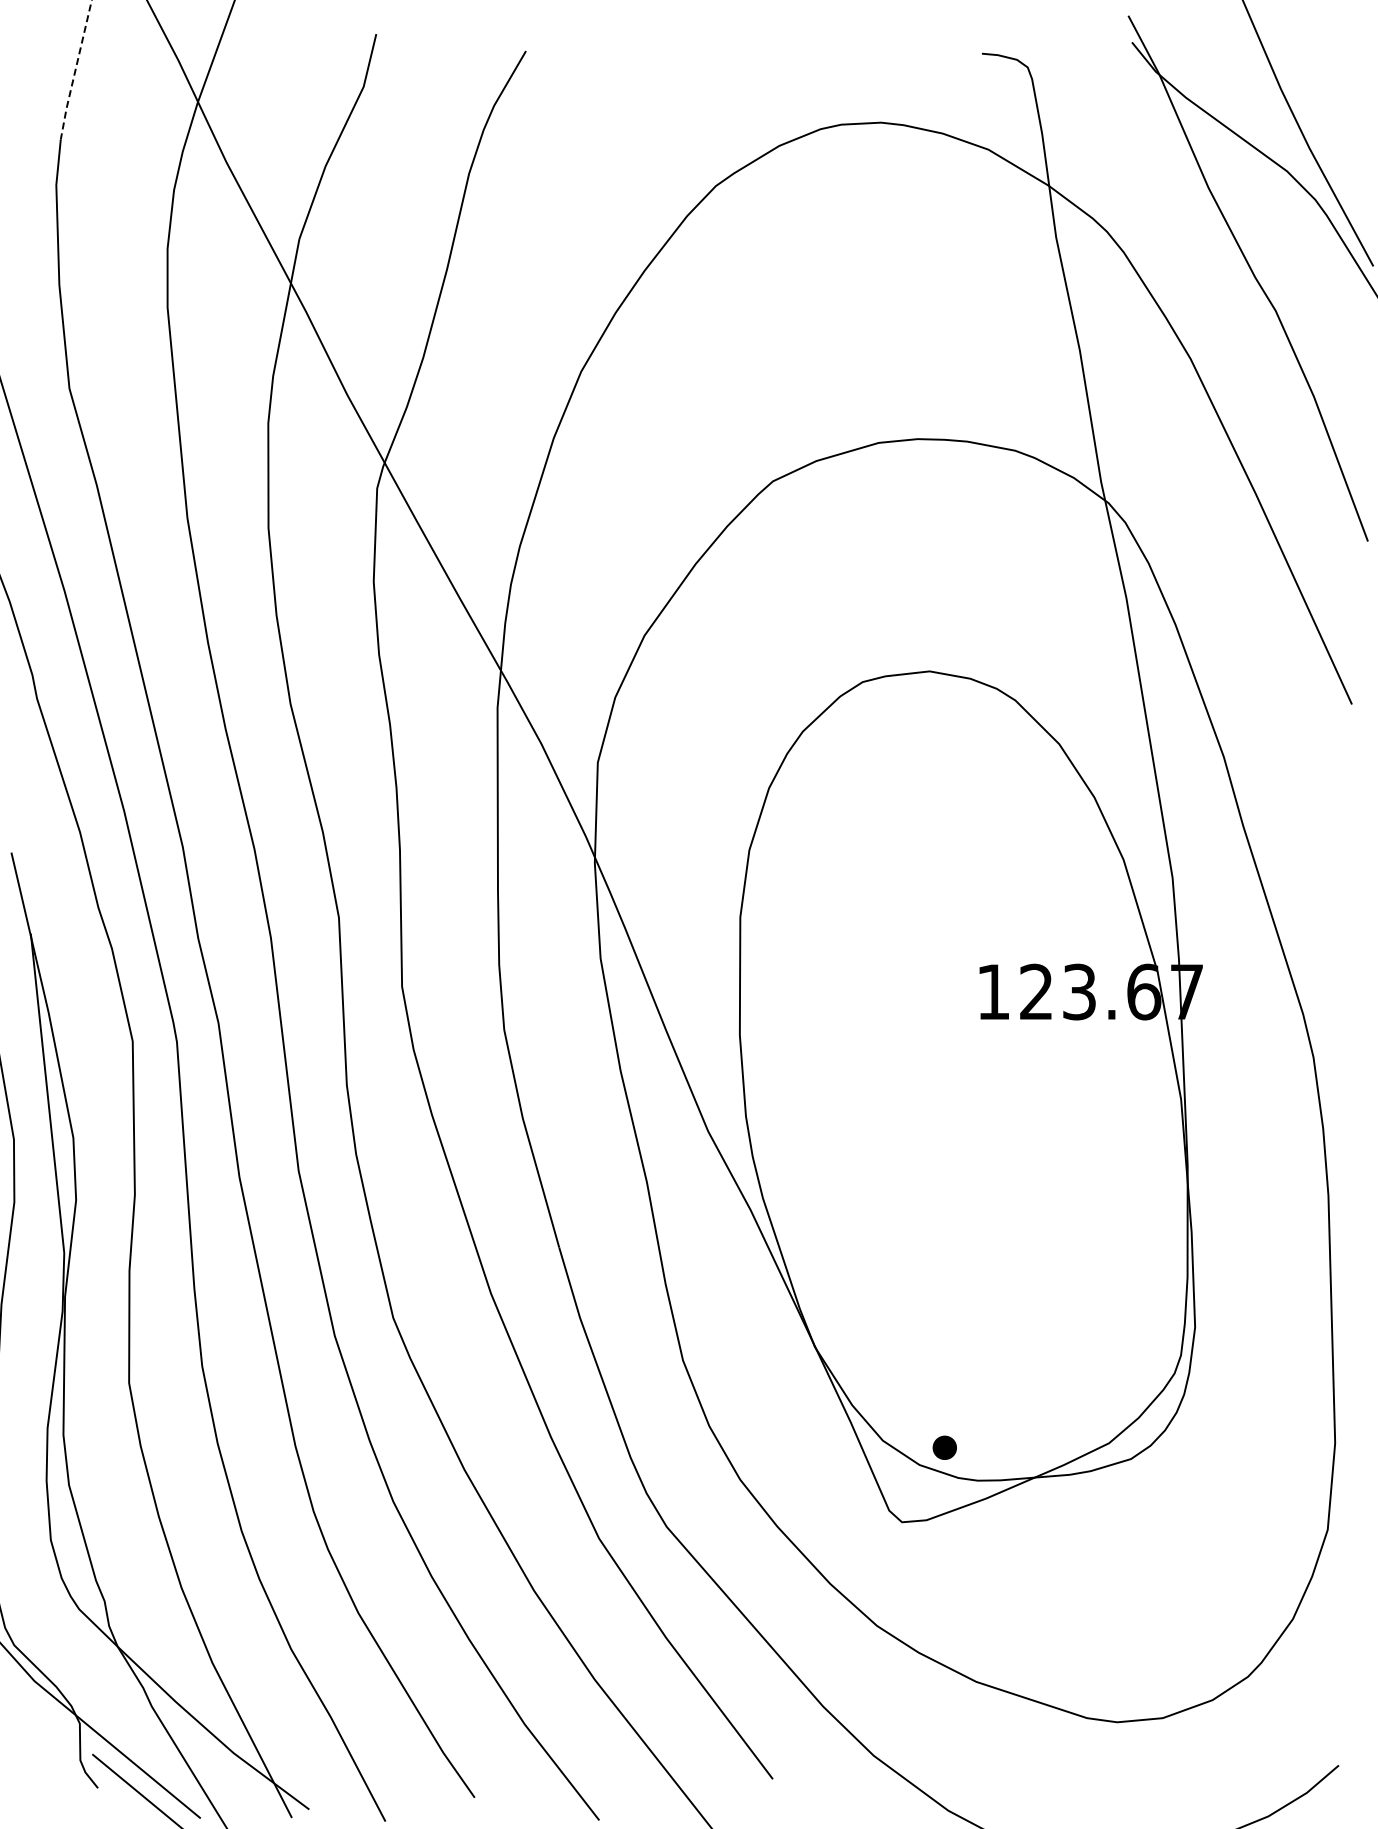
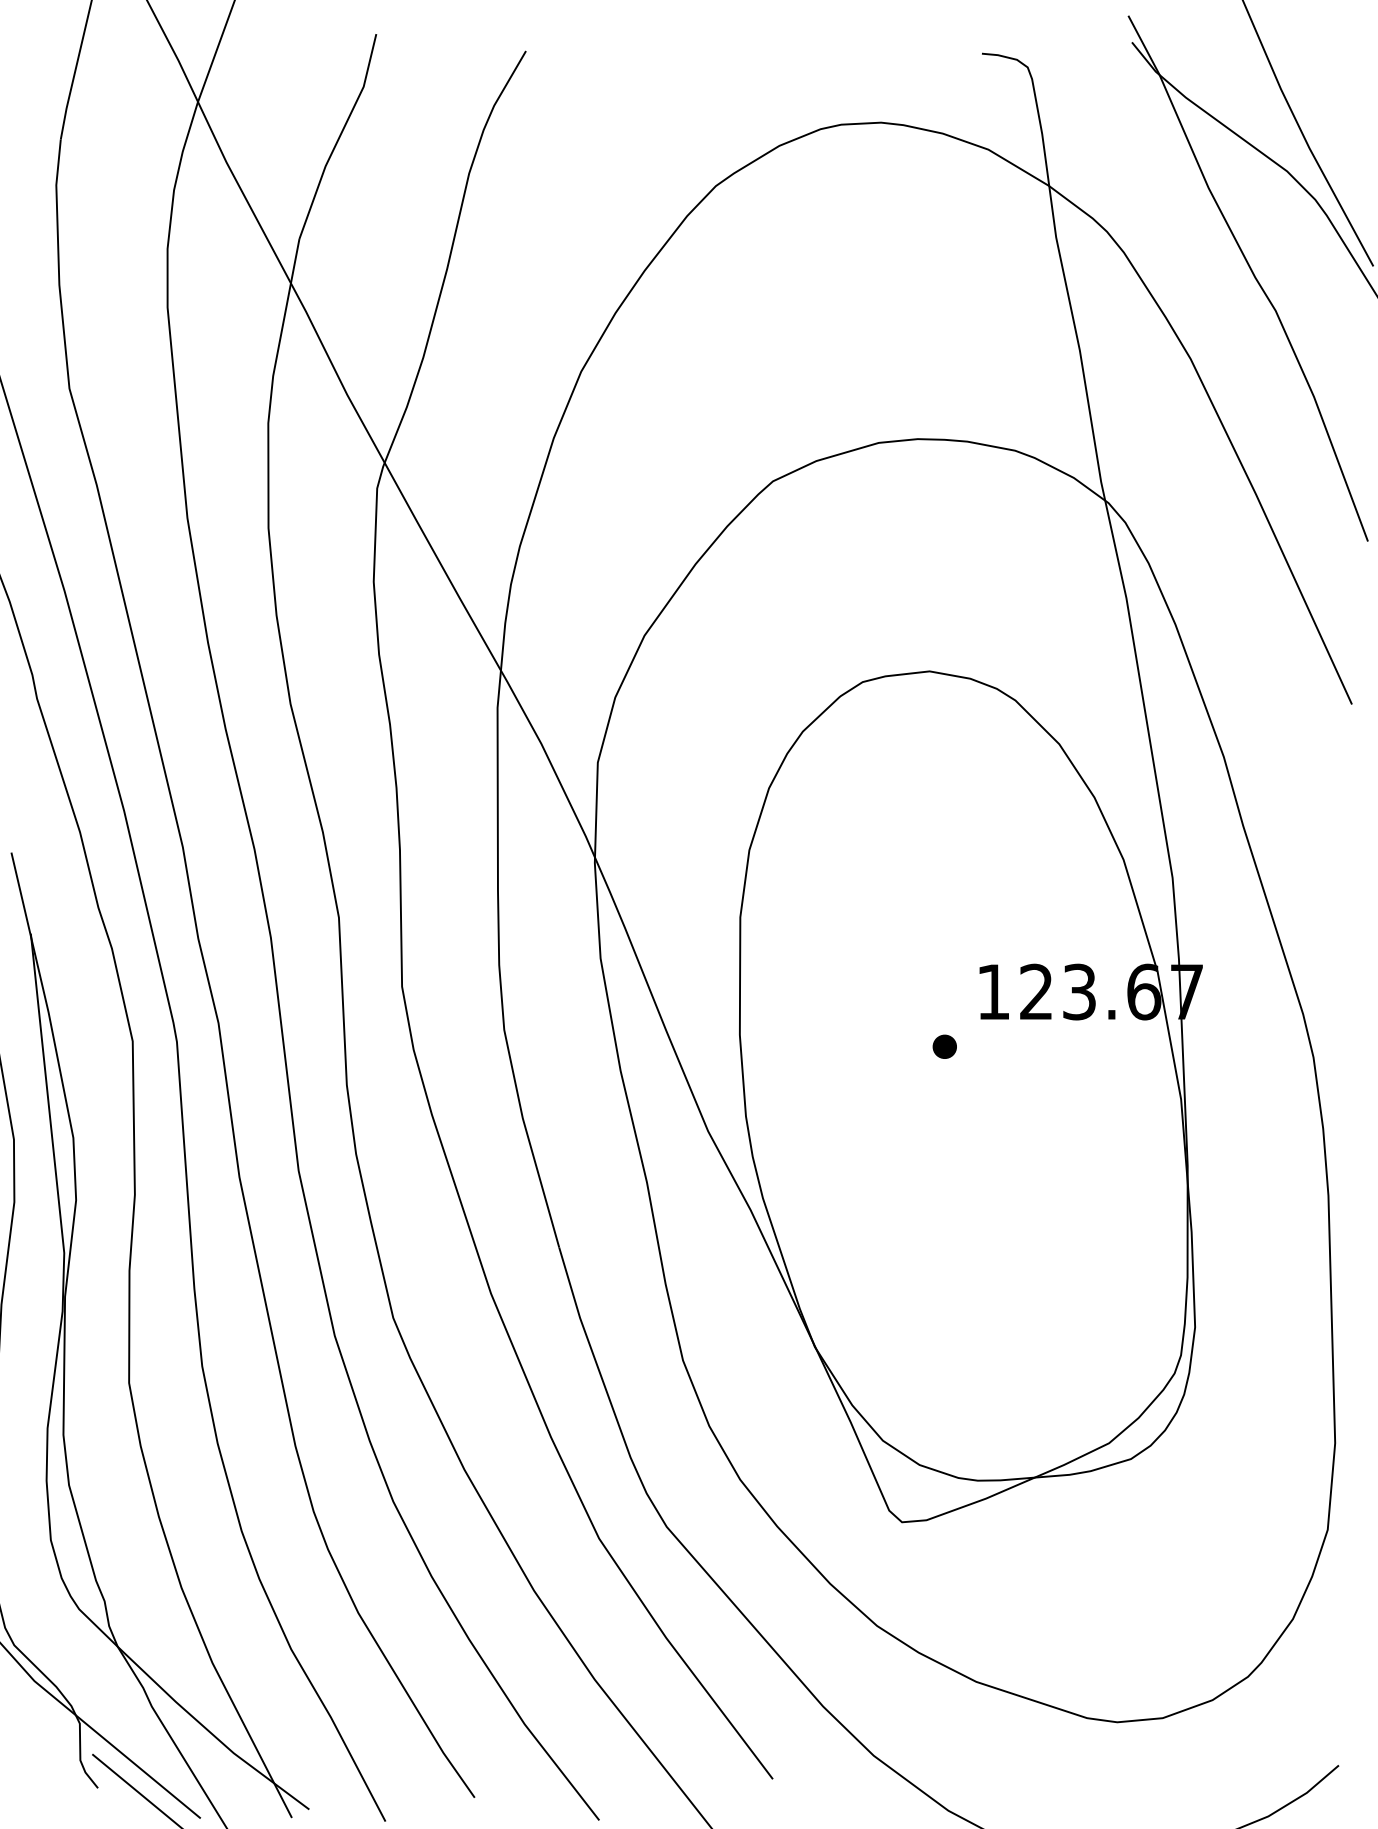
line at (75, 70): dashed -> solid
part at (944, 1447) position: (944, 1447) -> (944, 1046)
